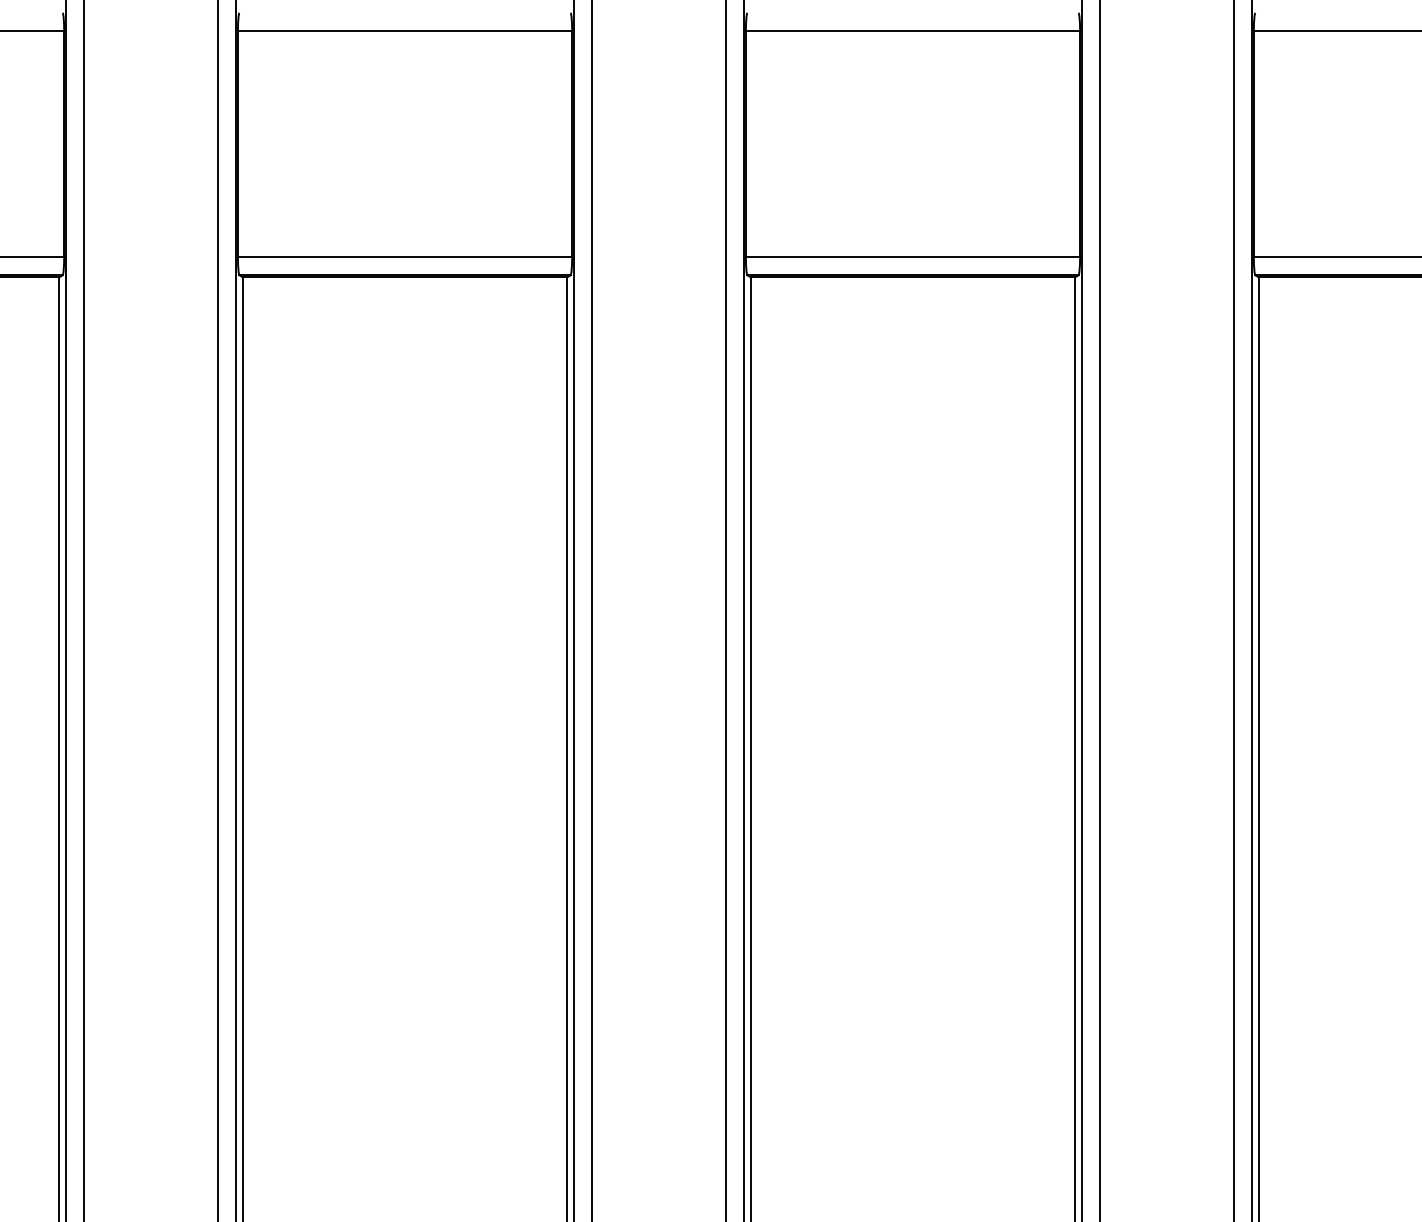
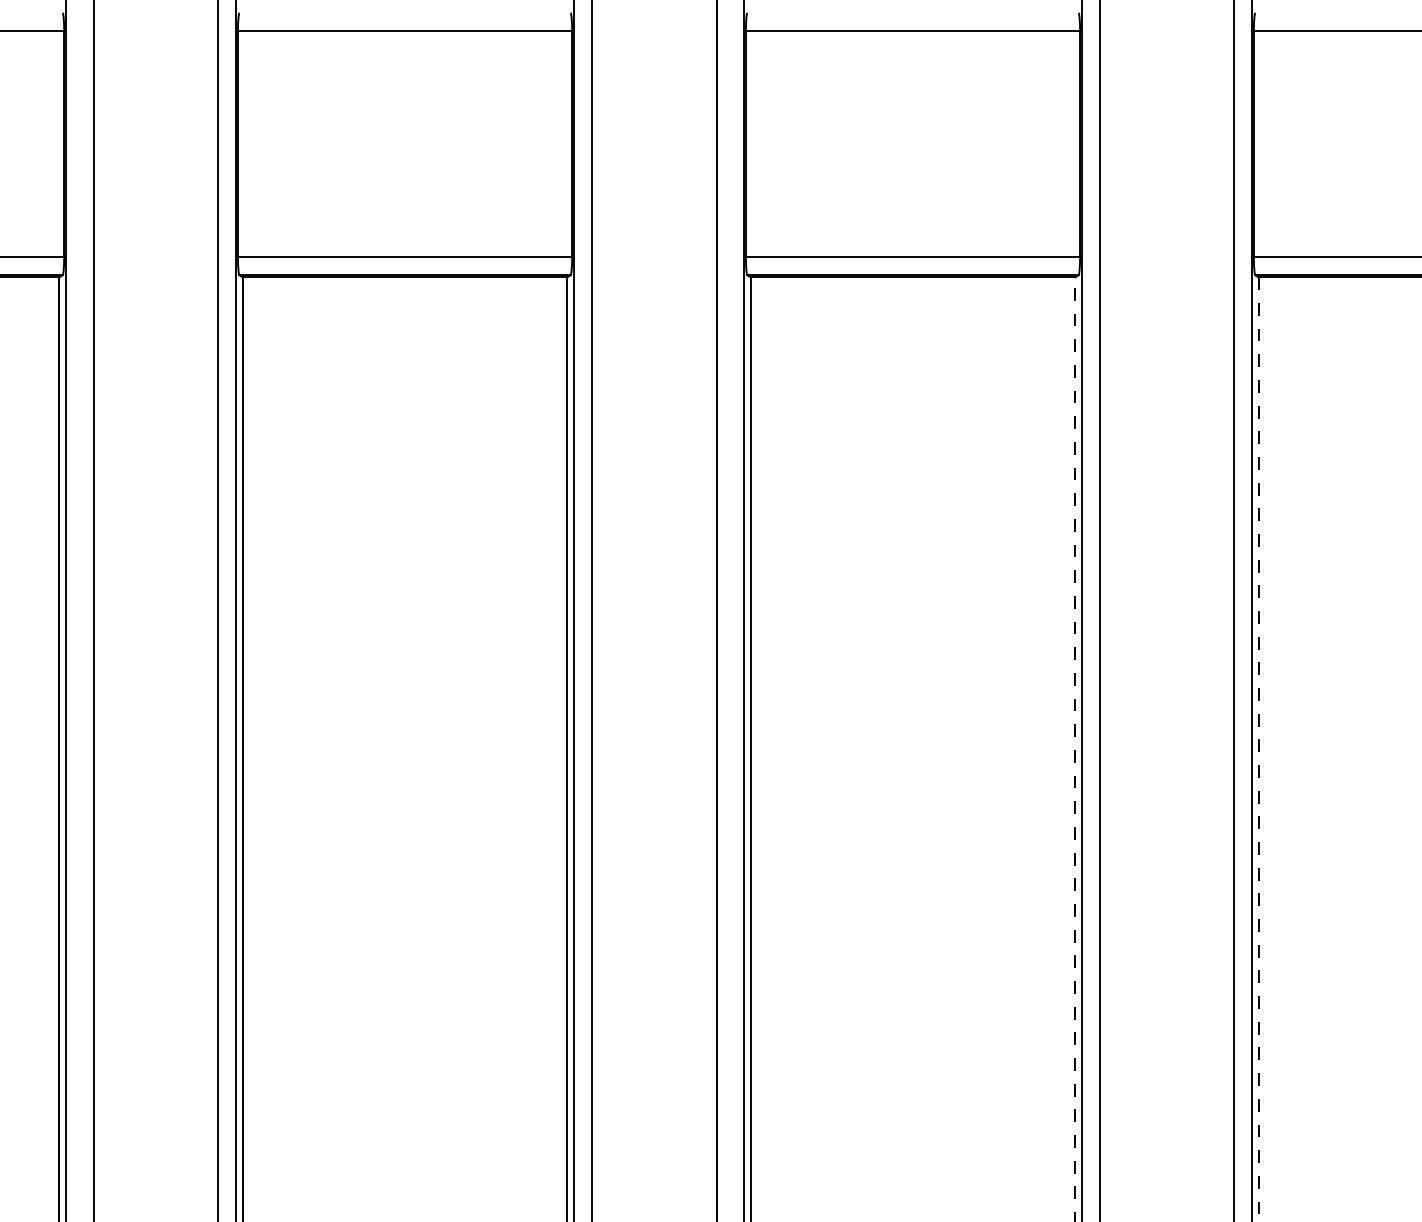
line at (84, 610) position: (84, 610) -> (94, 610)
line at (725, 610) position: (725, 610) -> (716, 610)
line at (1075, 749): solid -> dashed
line at (1258, 749): solid -> dashed
